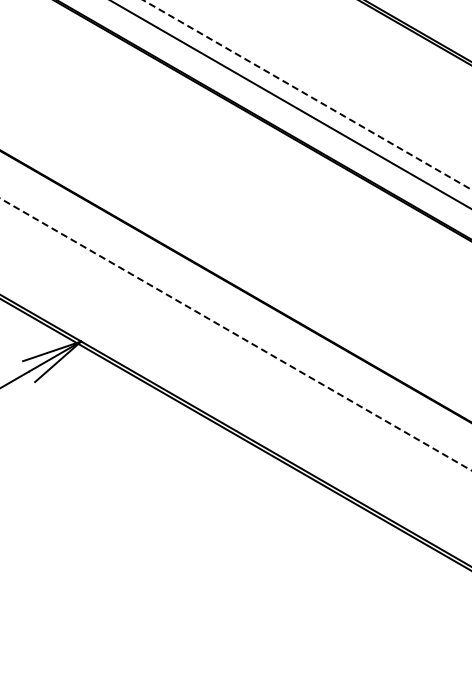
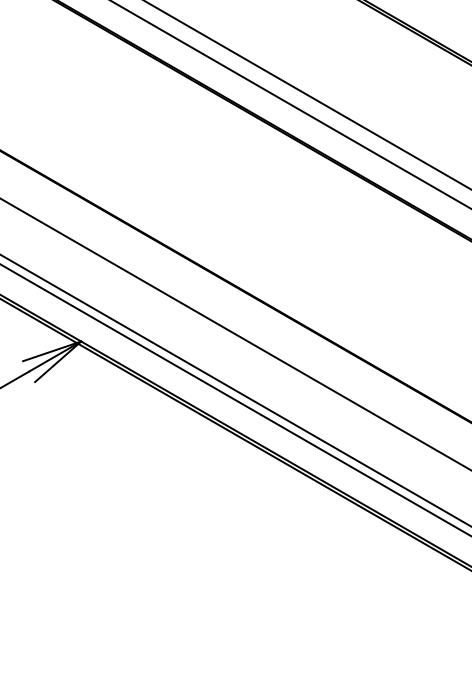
line at (307, 94): dashed -> solid
line at (235, 334): dashed -> solid
line at (235, 390): none -> present
line at (235, 399): none -> present
